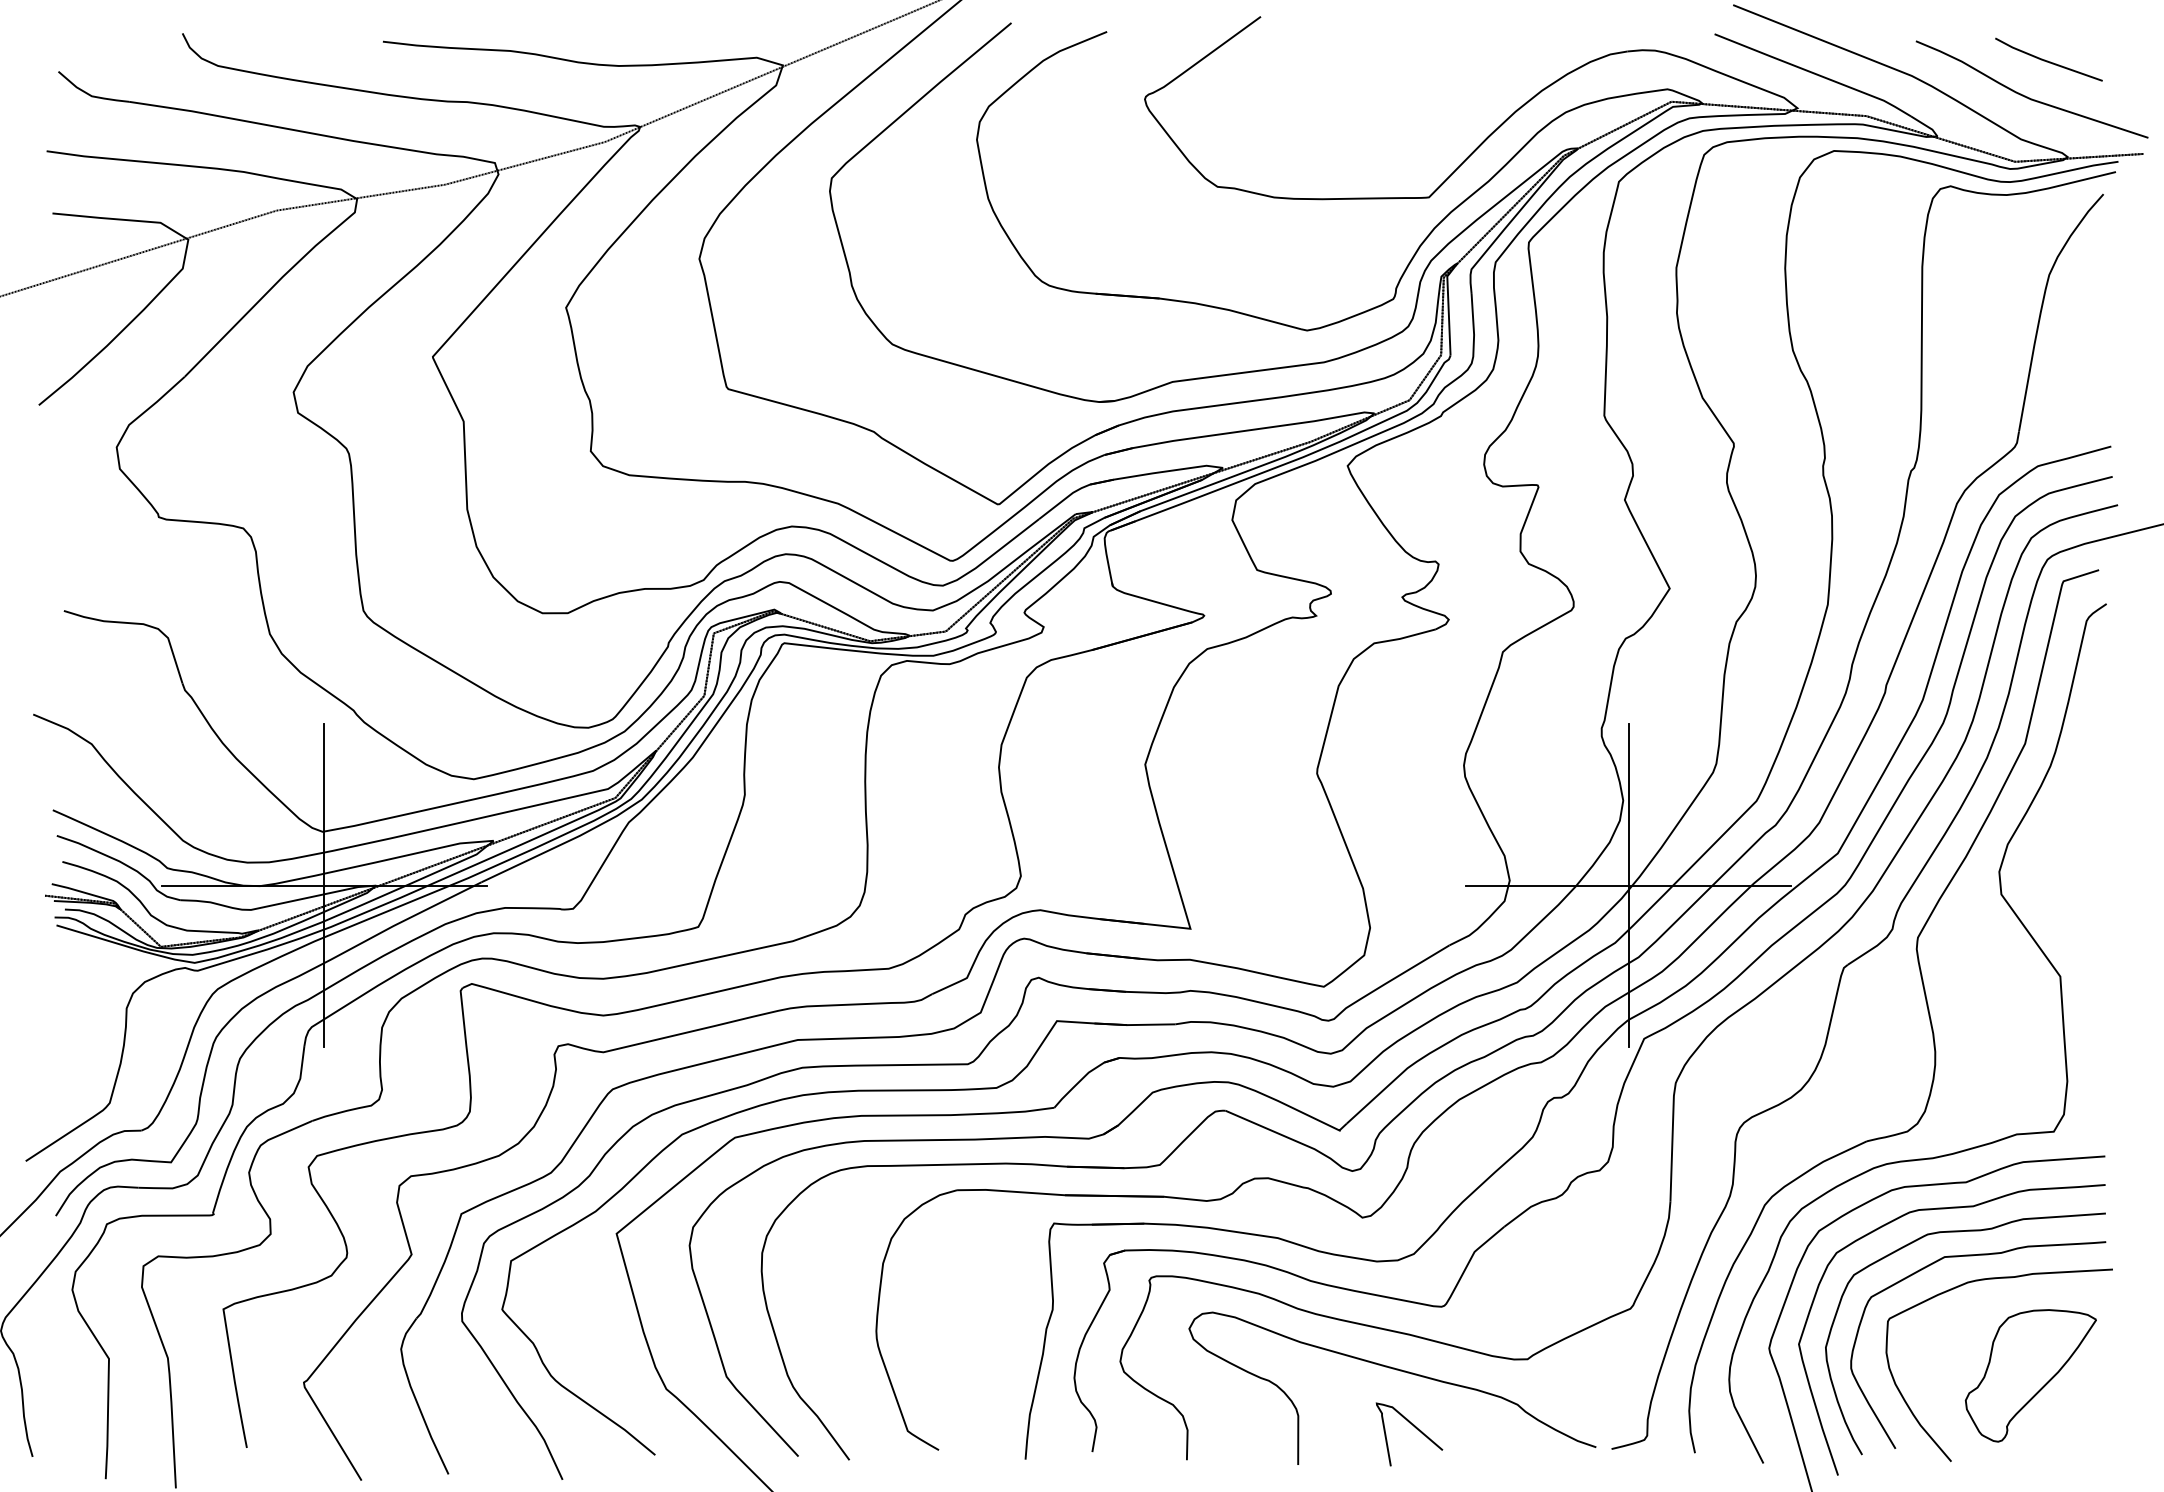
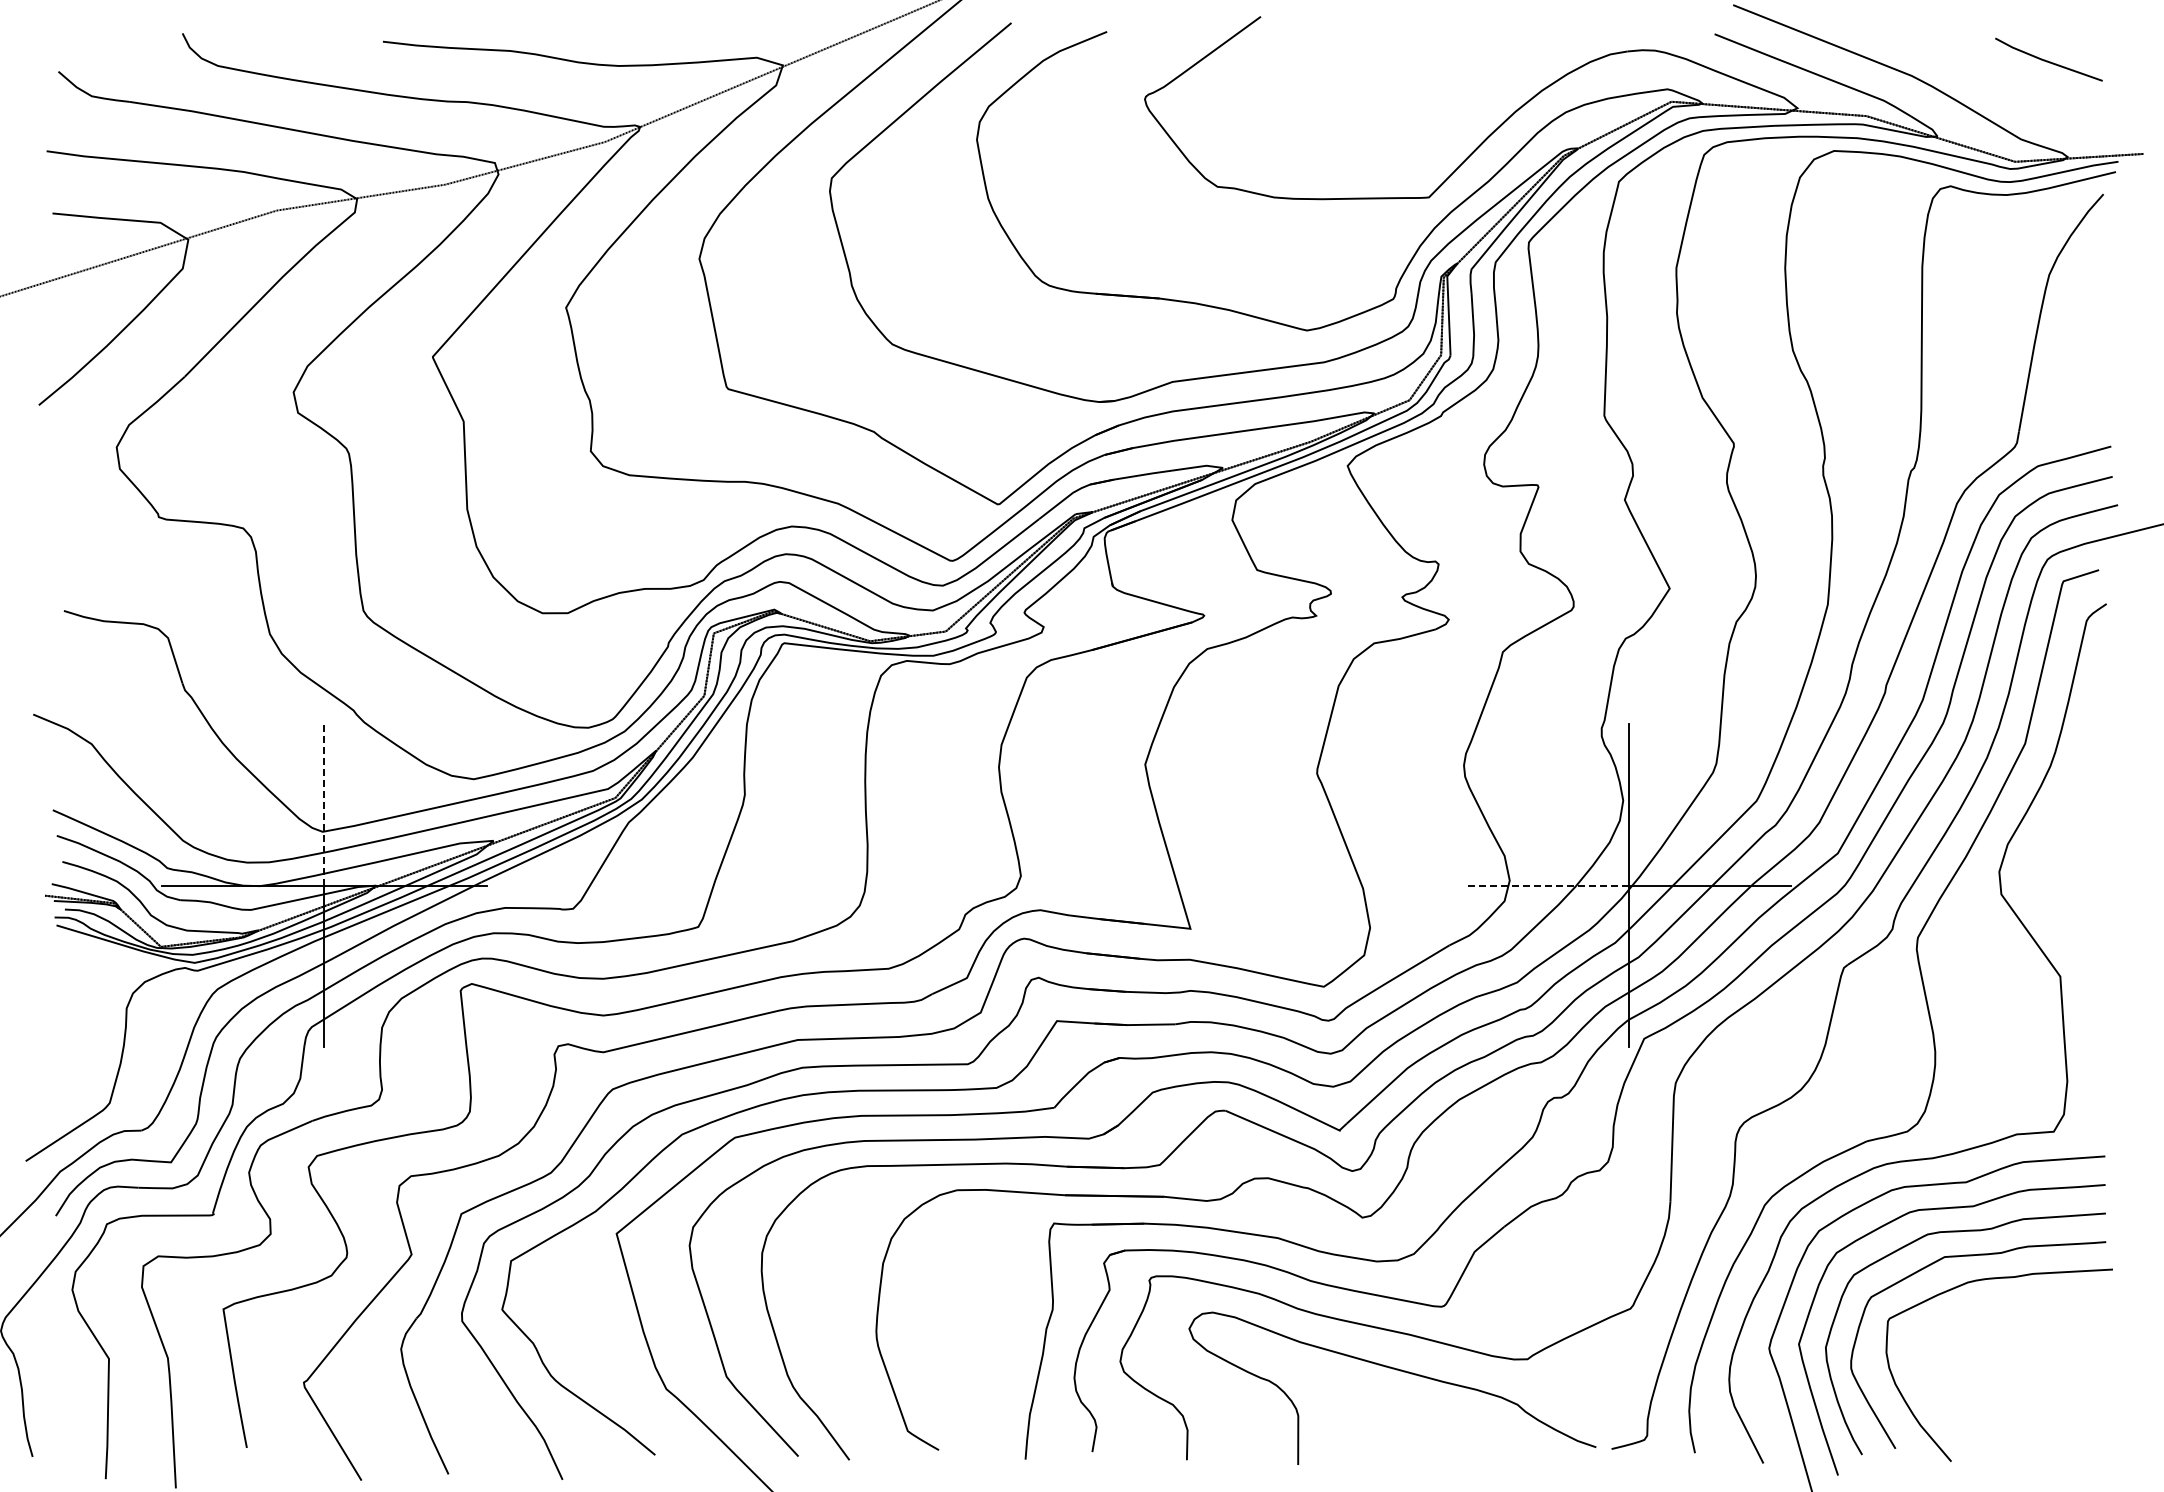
curve at (2027, 96): present -> none
line at (324, 804): solid -> dashed
line at (1547, 885): solid -> dashed
part at (2030, 1375): present -> none
curve at (1415, 1428): present -> none
